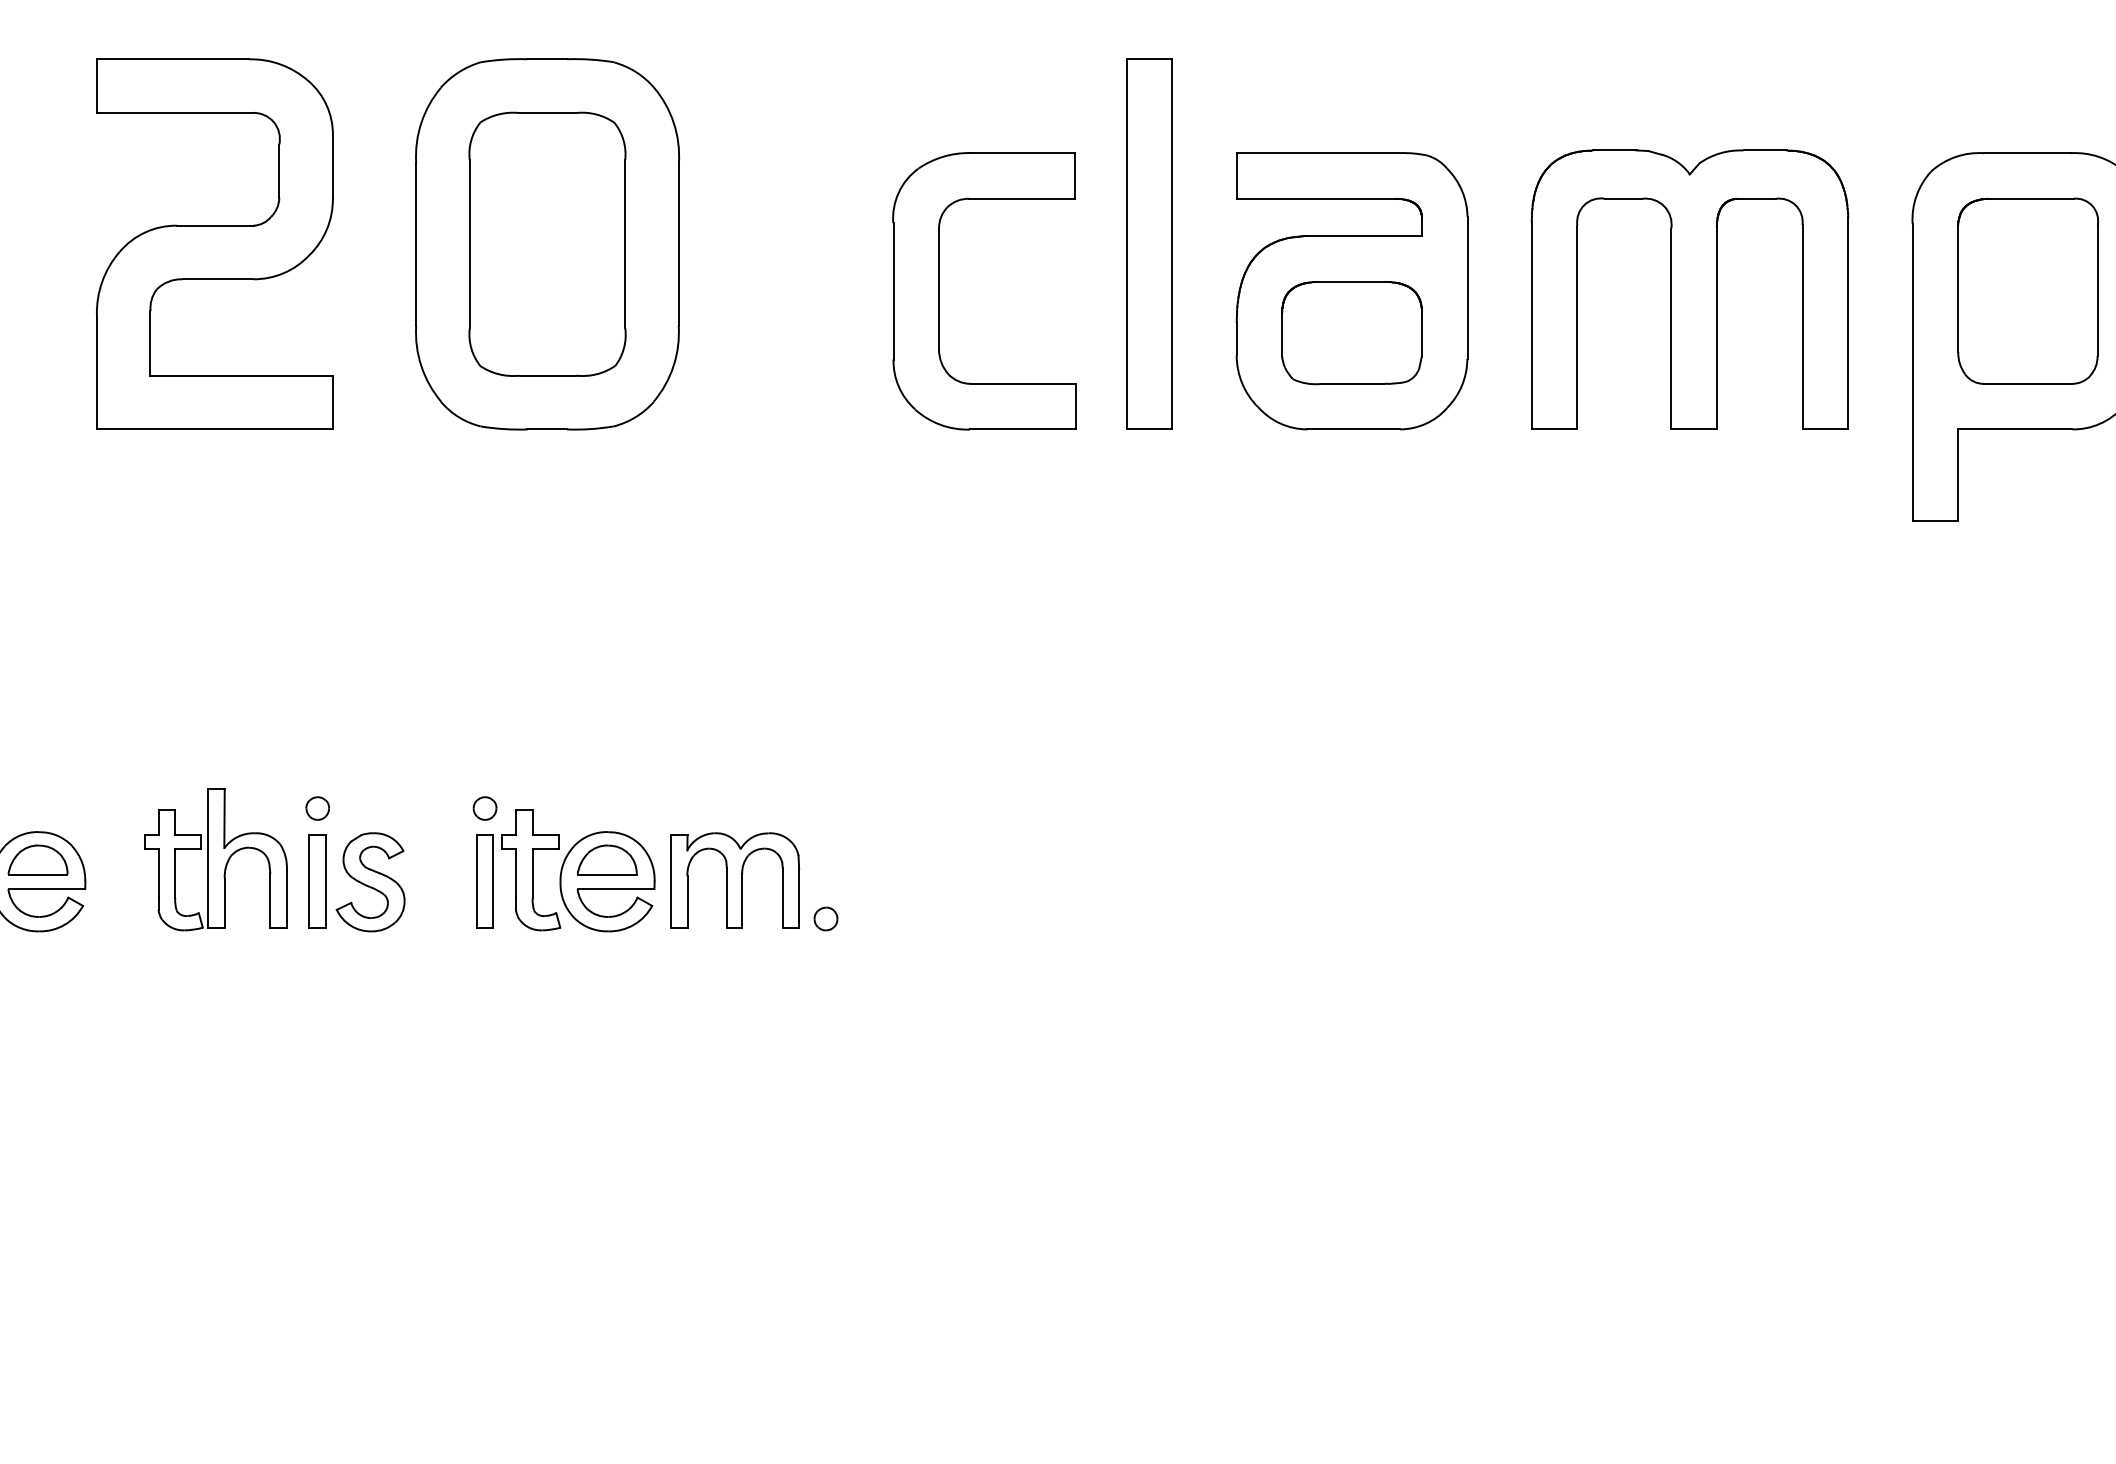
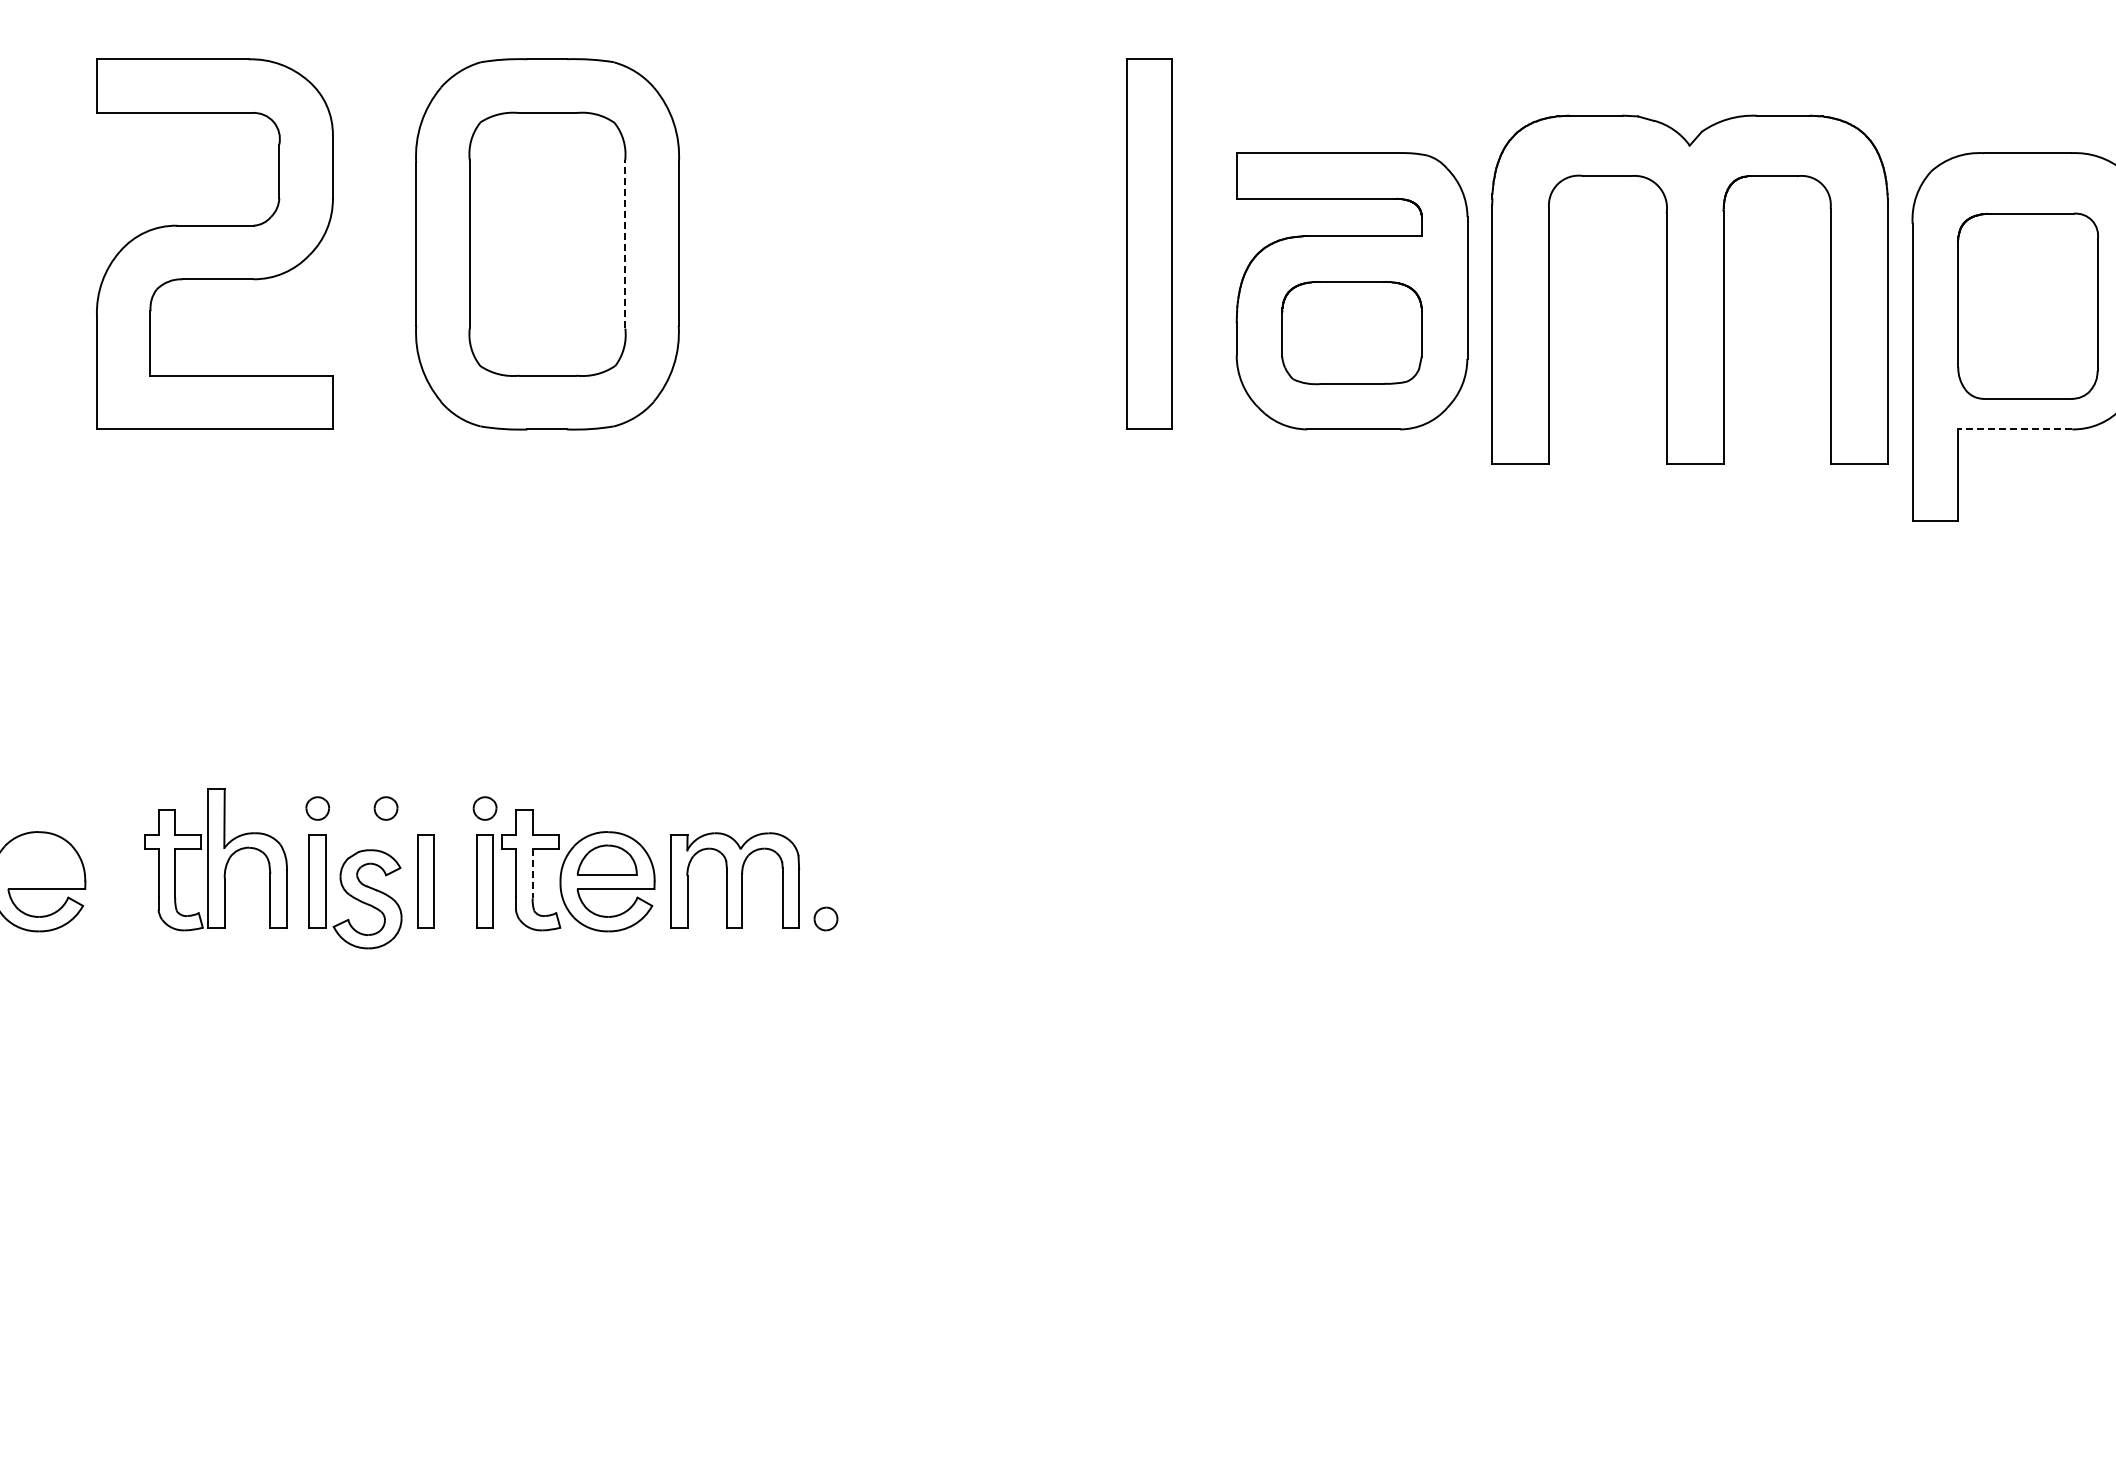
line at (625, 243): solid -> dashed
part at (1689, 289) size: 320x281 px -> 398x351 px
part at (2027, 290) position: (2027, 290) -> (2027, 305)
part at (939, 291): present -> none
line at (2014, 429): solid -> dashed
part at (385, 808): none -> present
part at (37, 859): present -> none
line at (532, 873): solid -> dashed
part at (425, 881): none -> present
part at (370, 882) position: (370, 882) -> (367, 899)
